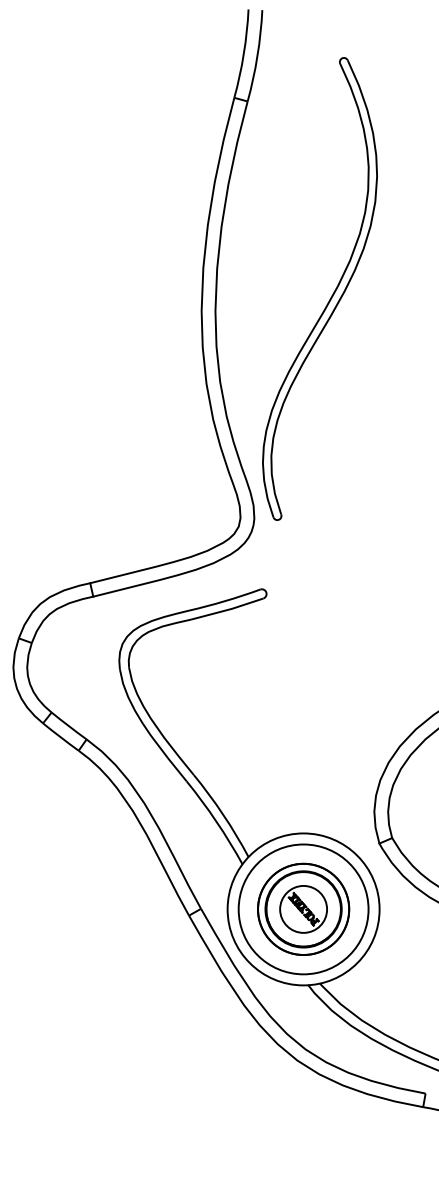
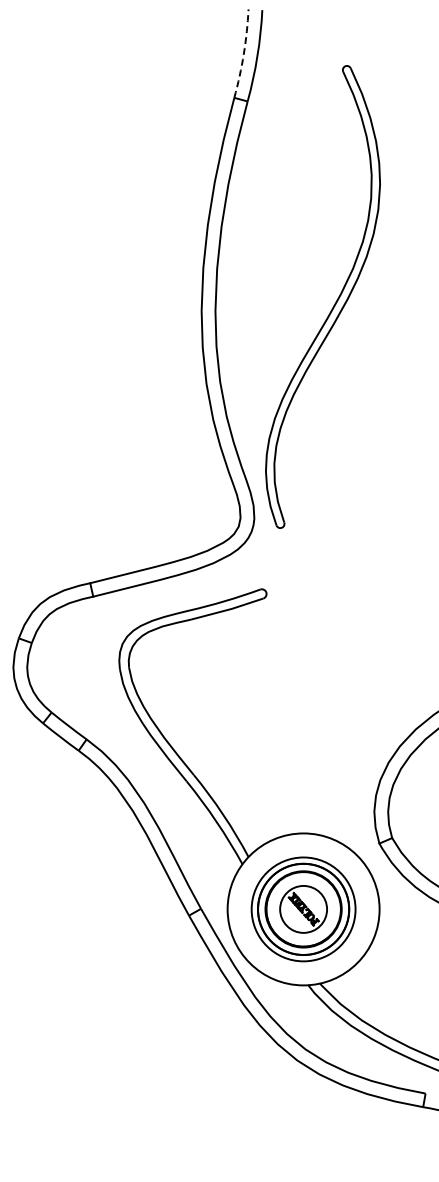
arc at (243, 54): solid -> dashed
part at (331, 295) position: (331, 295) -> (334, 303)
circle at (303, 909) diameter: 130 px -> 104 px
